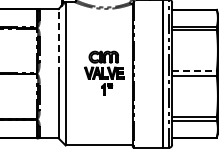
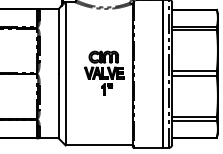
line at (58, 40): dashed -> solid
line at (195, 71): dashed -> solid
